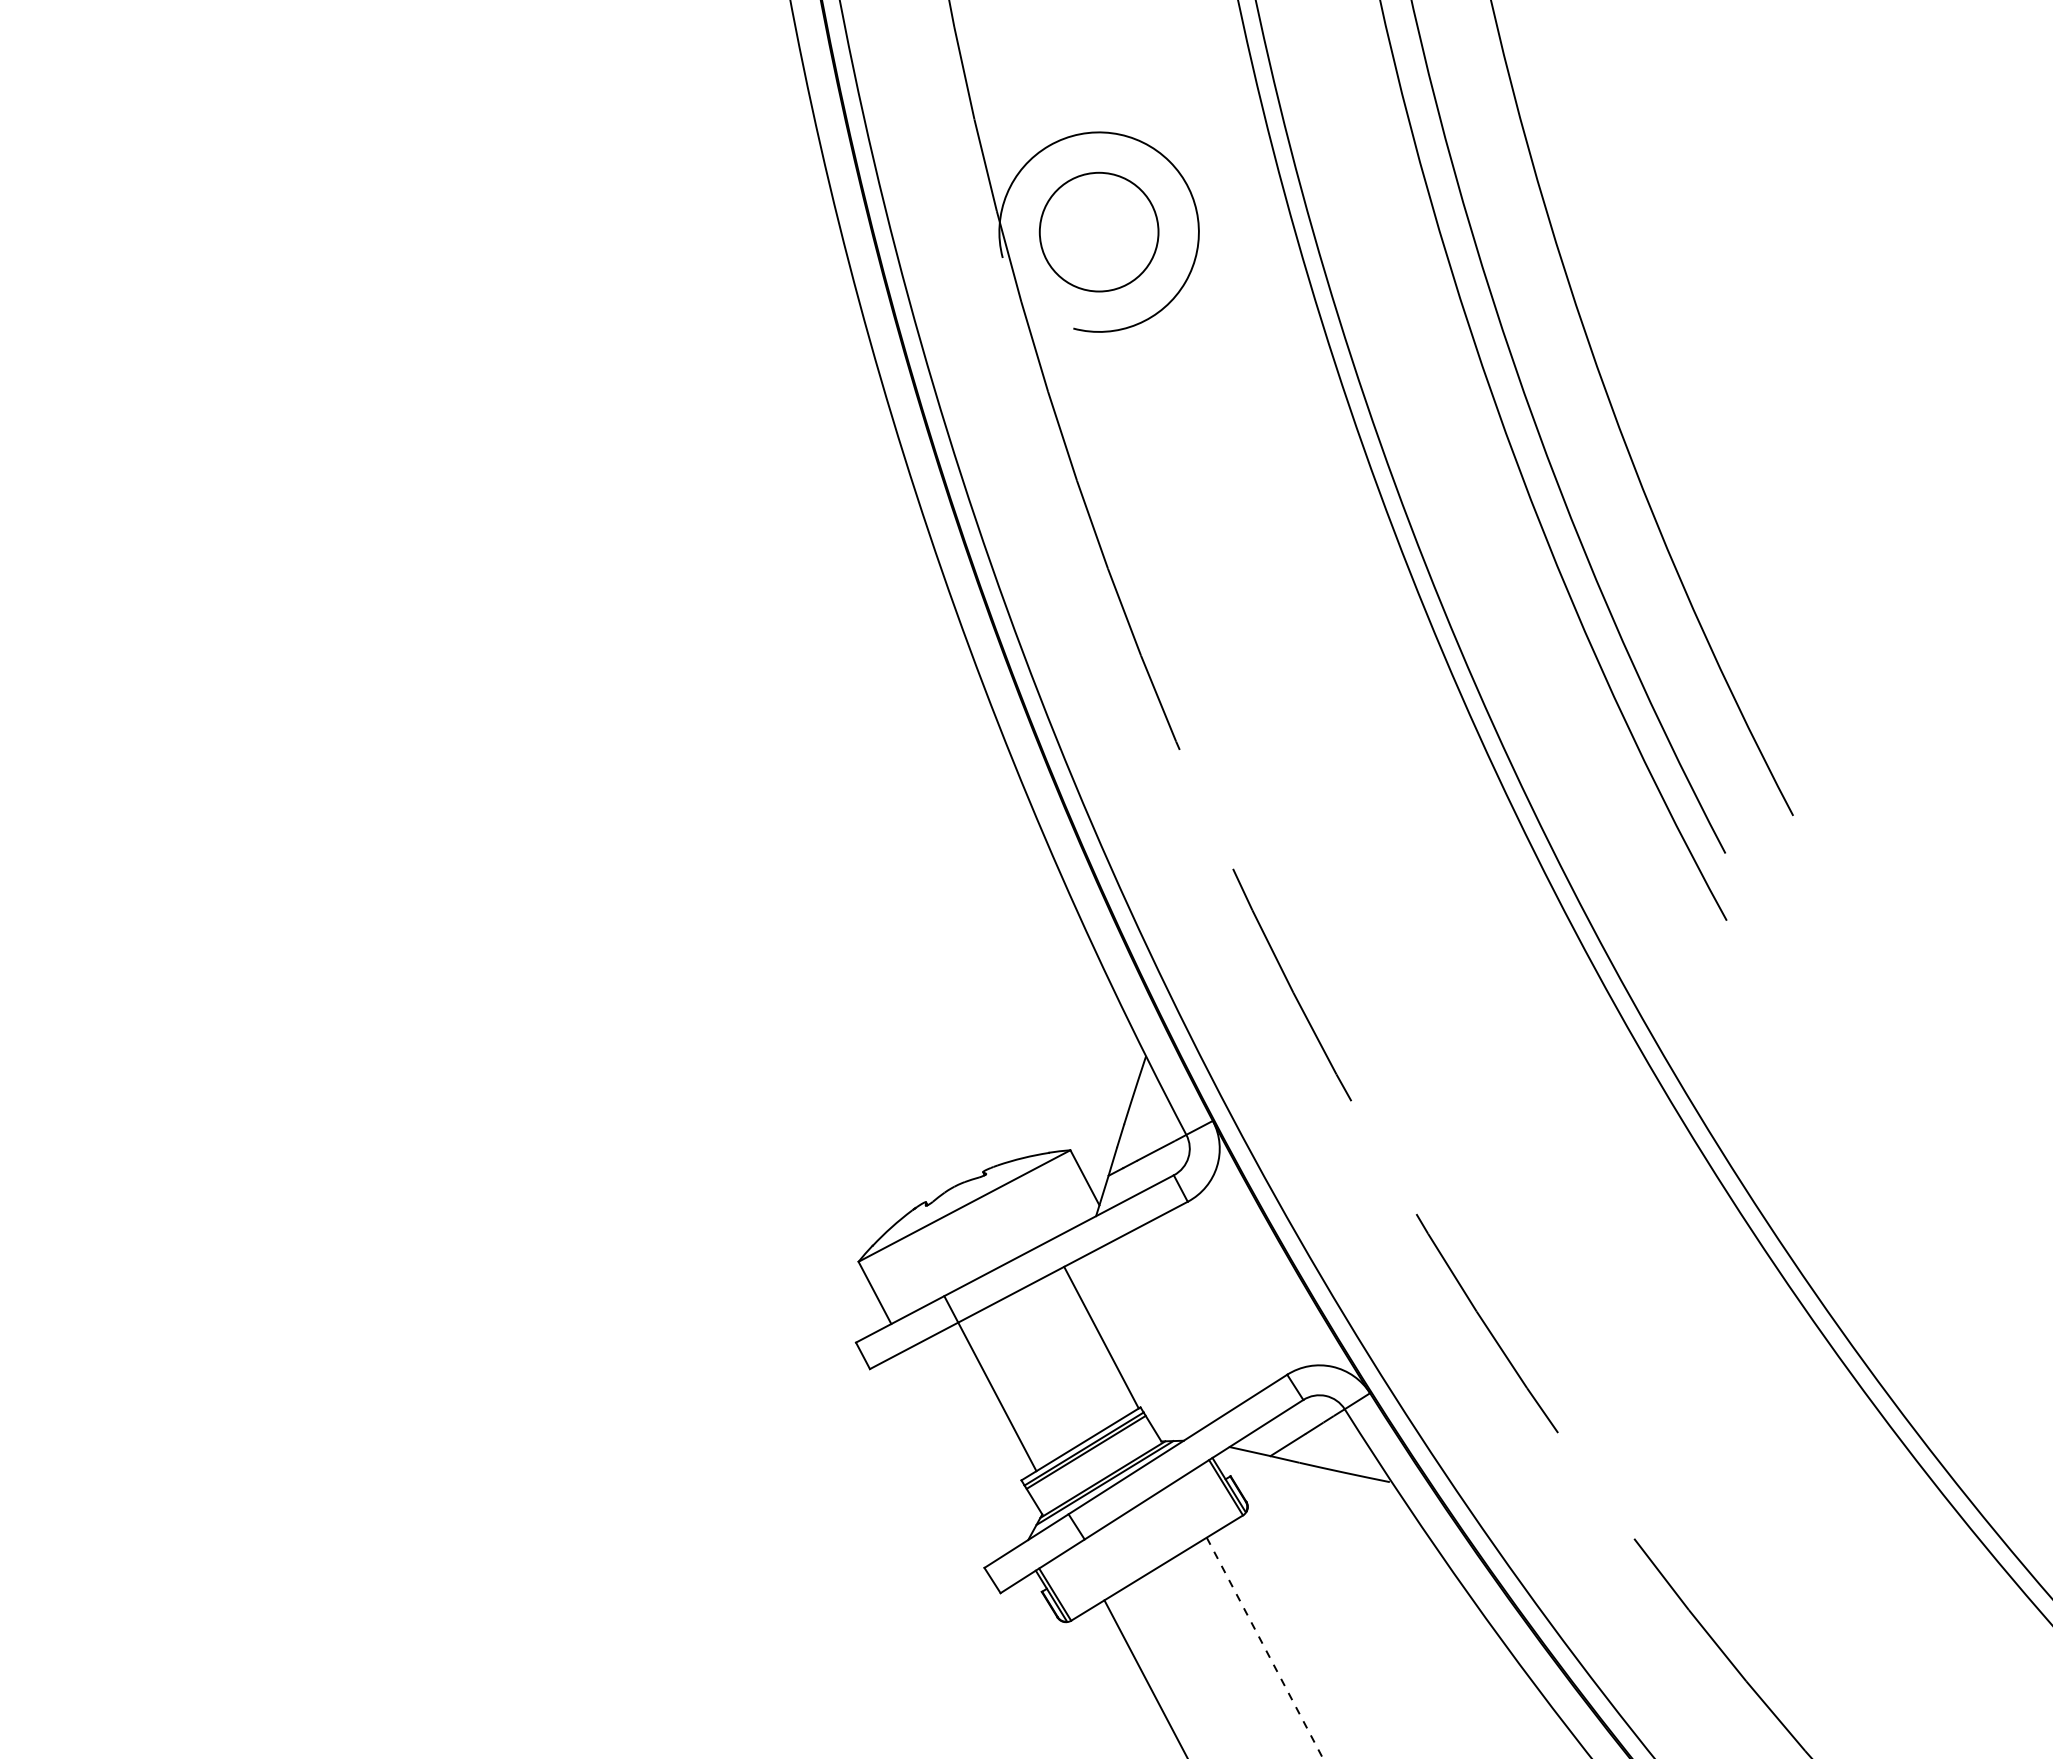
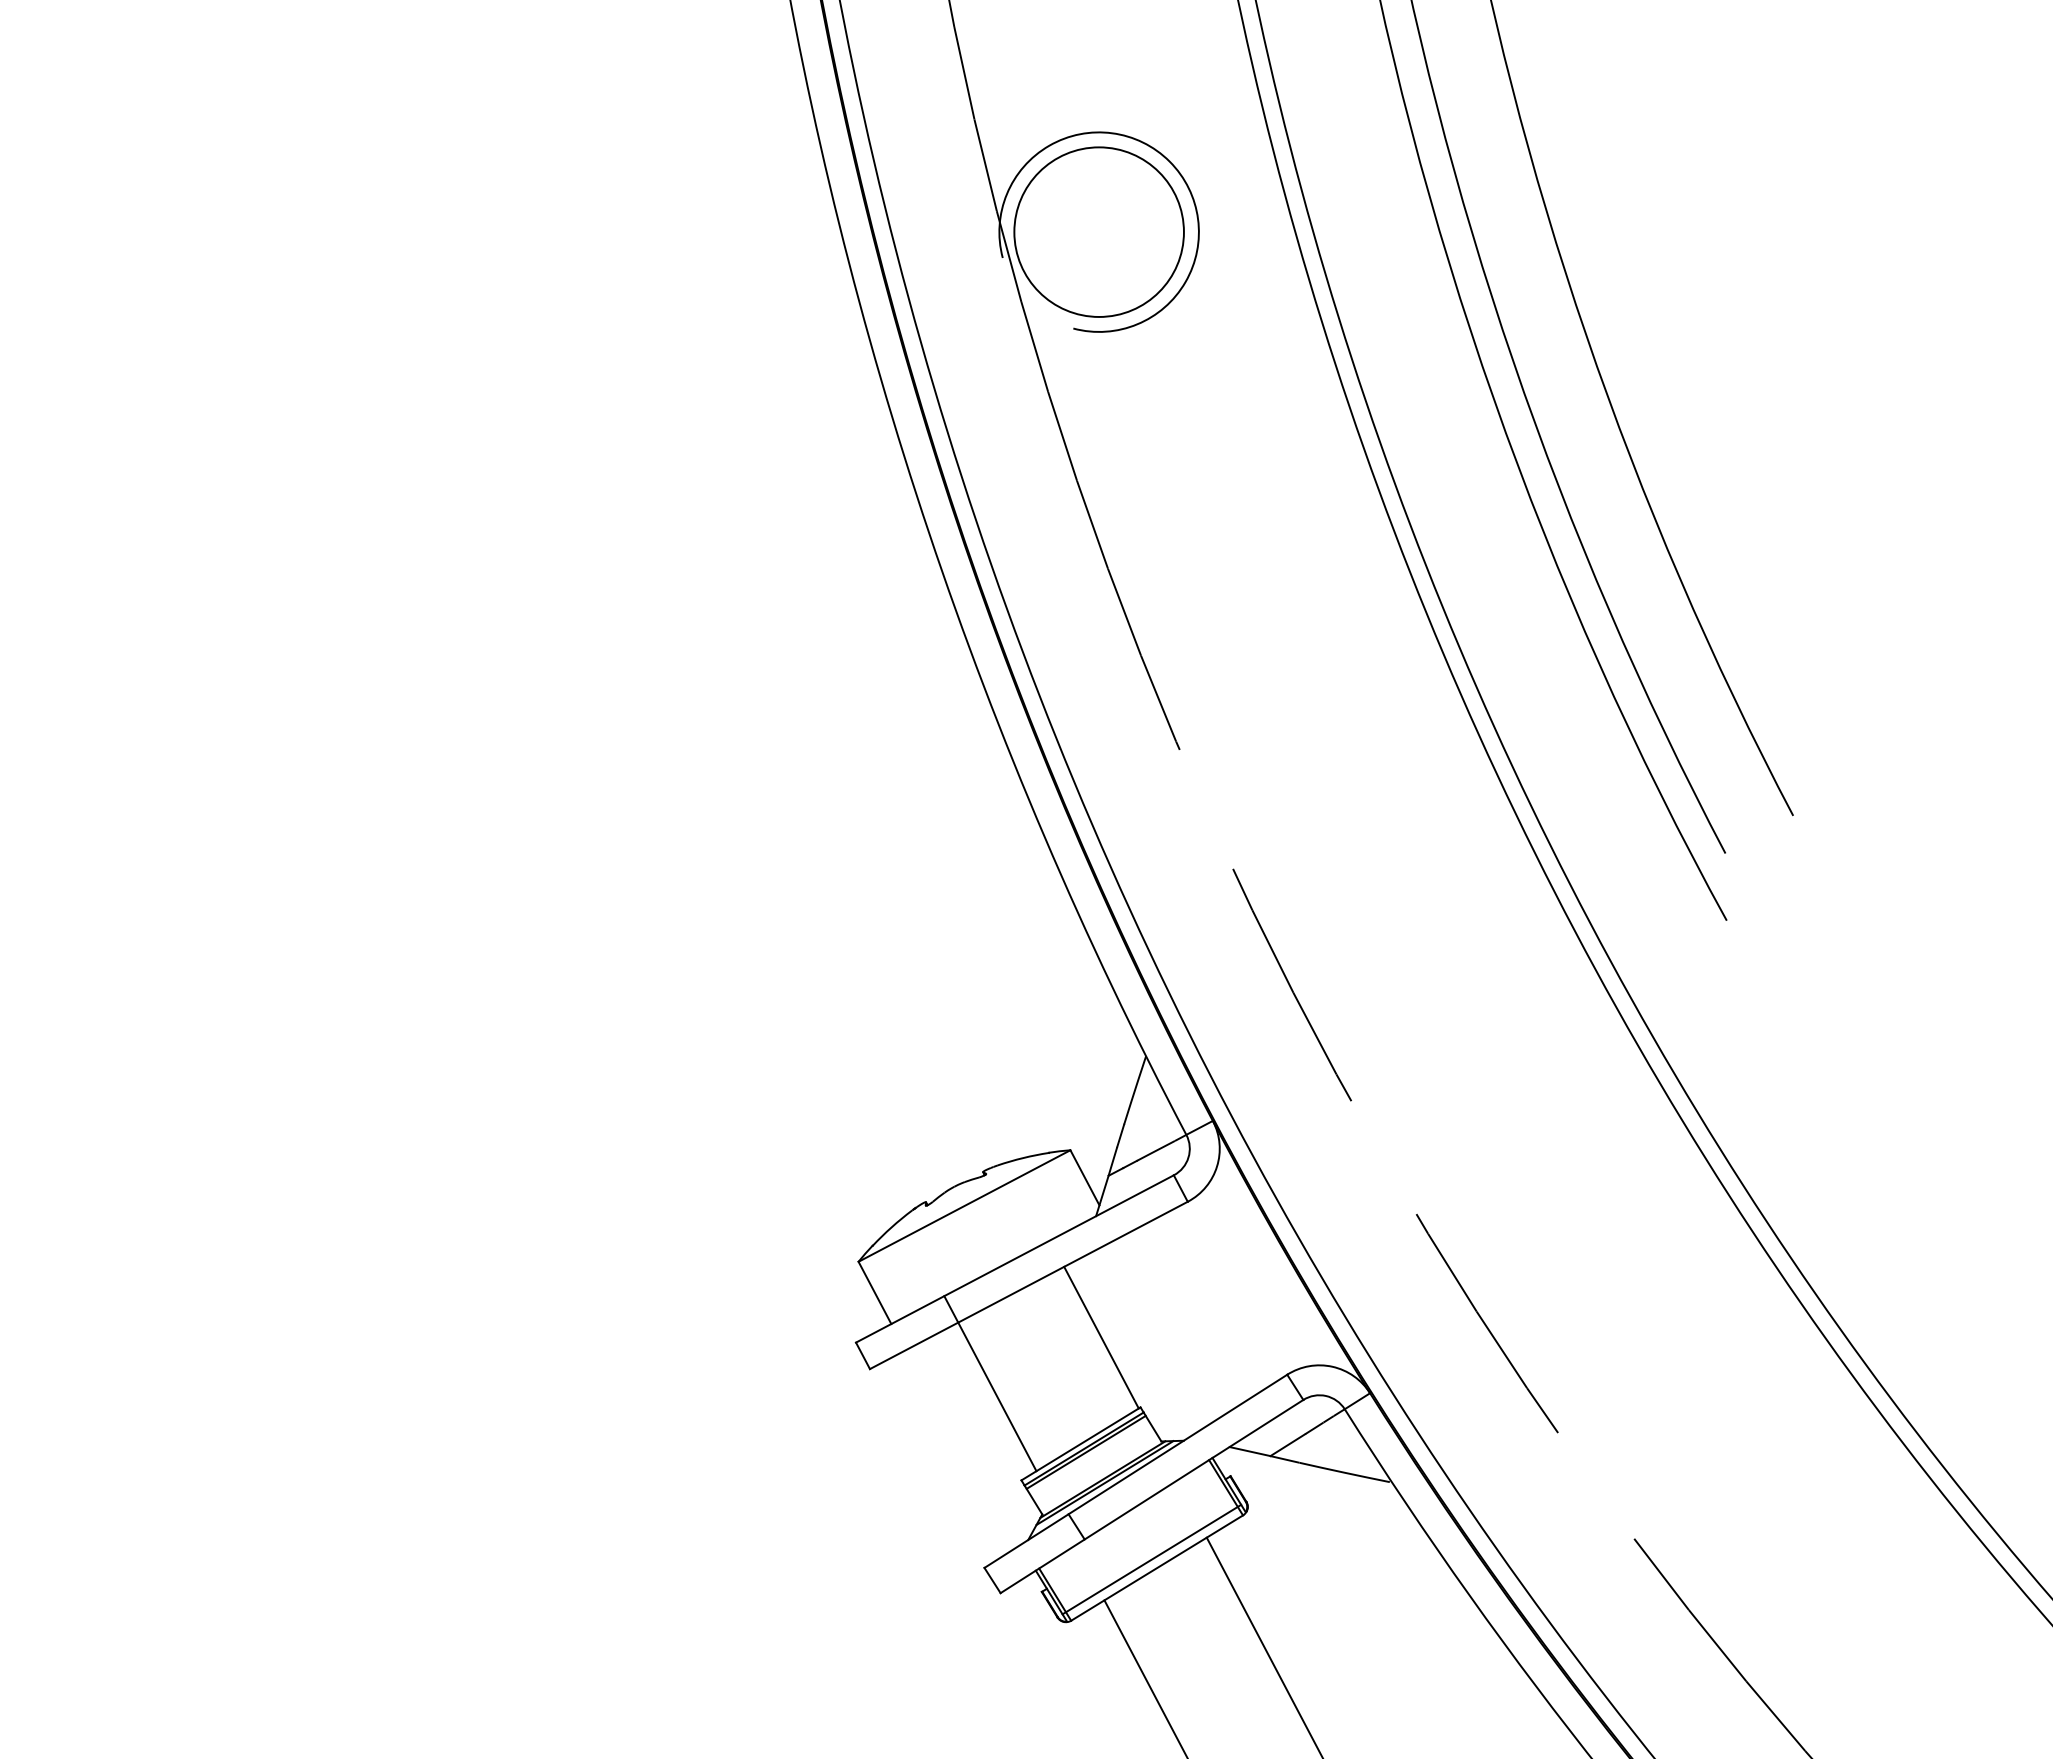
circle at (1098, 231) diameter: 119 px -> 170 px
line at (1151, 1559): none -> present
line at (1264, 1648): dashed -> solid
